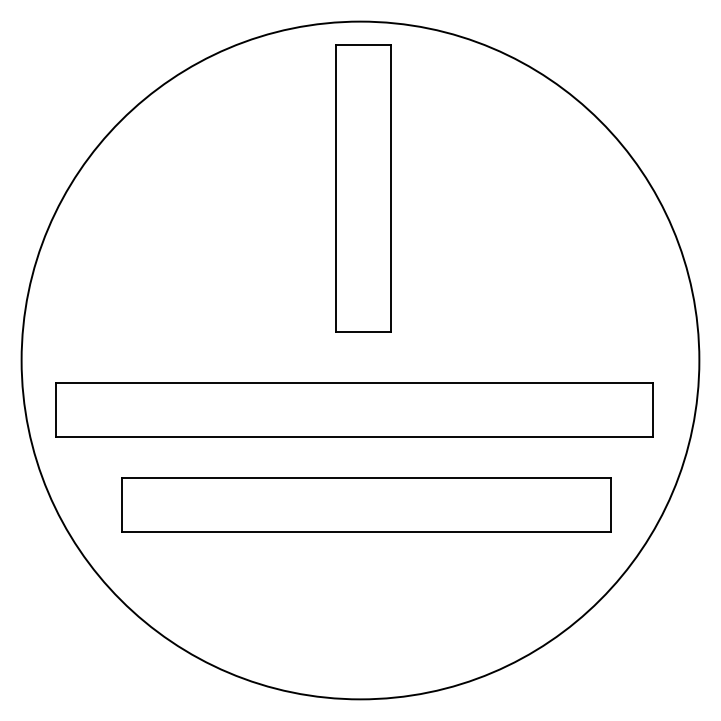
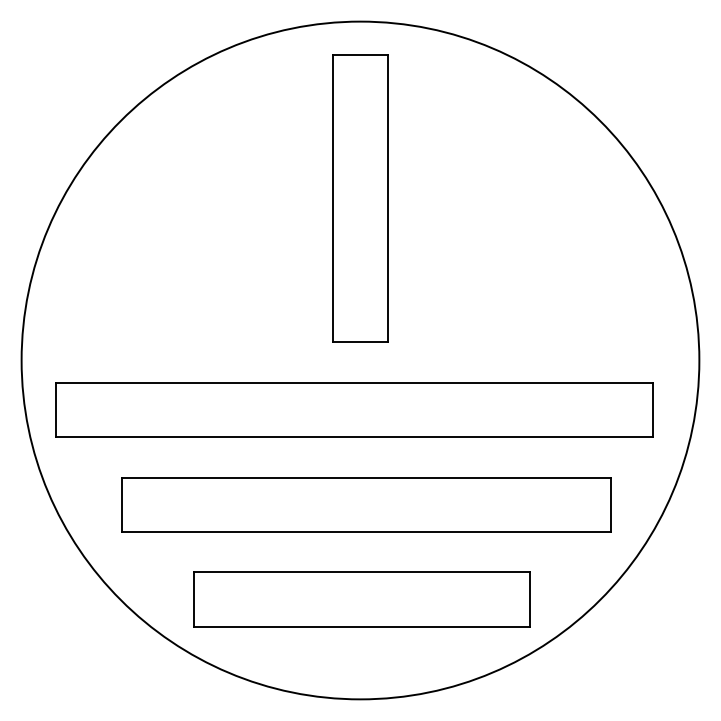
part at (363, 188) position: (363, 188) -> (360, 198)
part at (361, 599): none -> present
